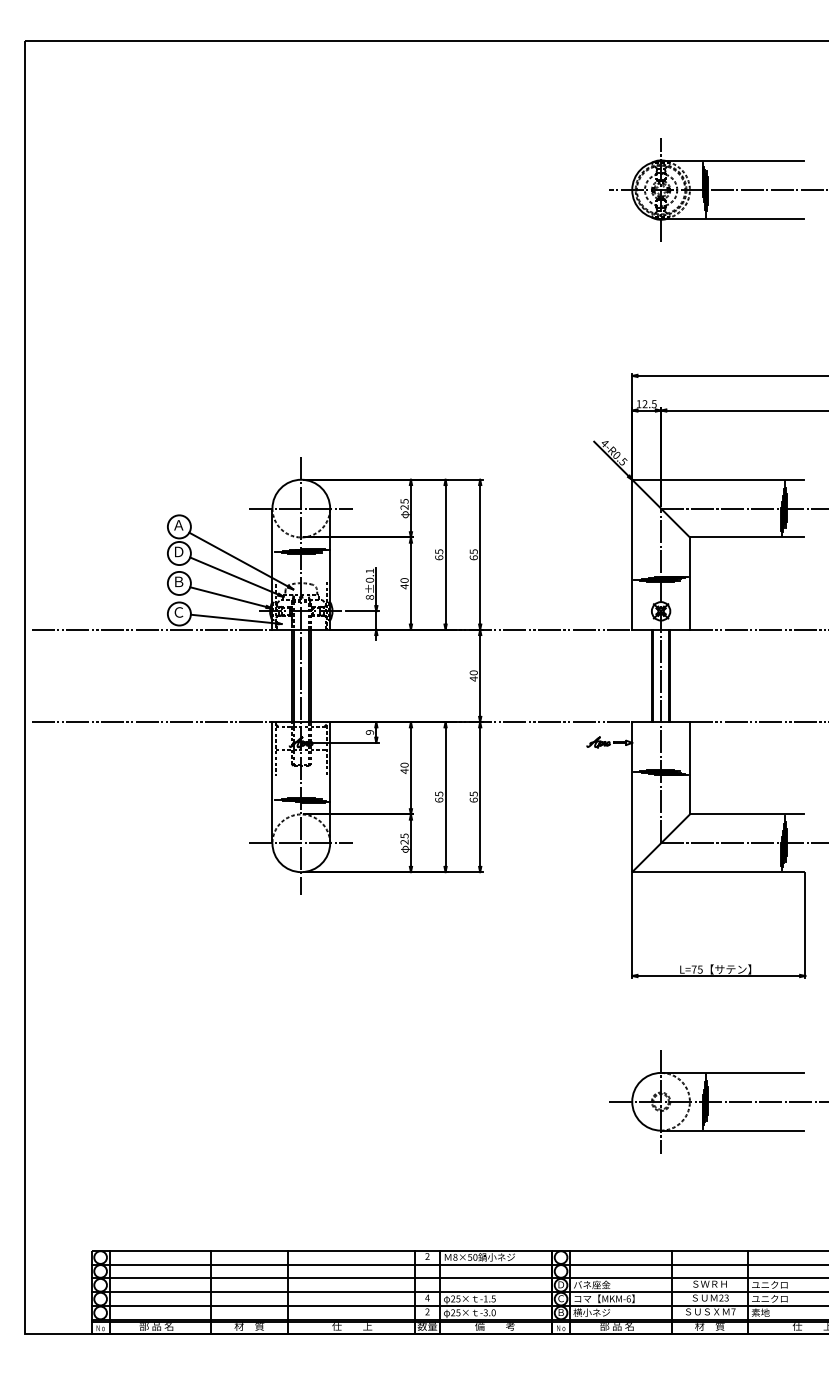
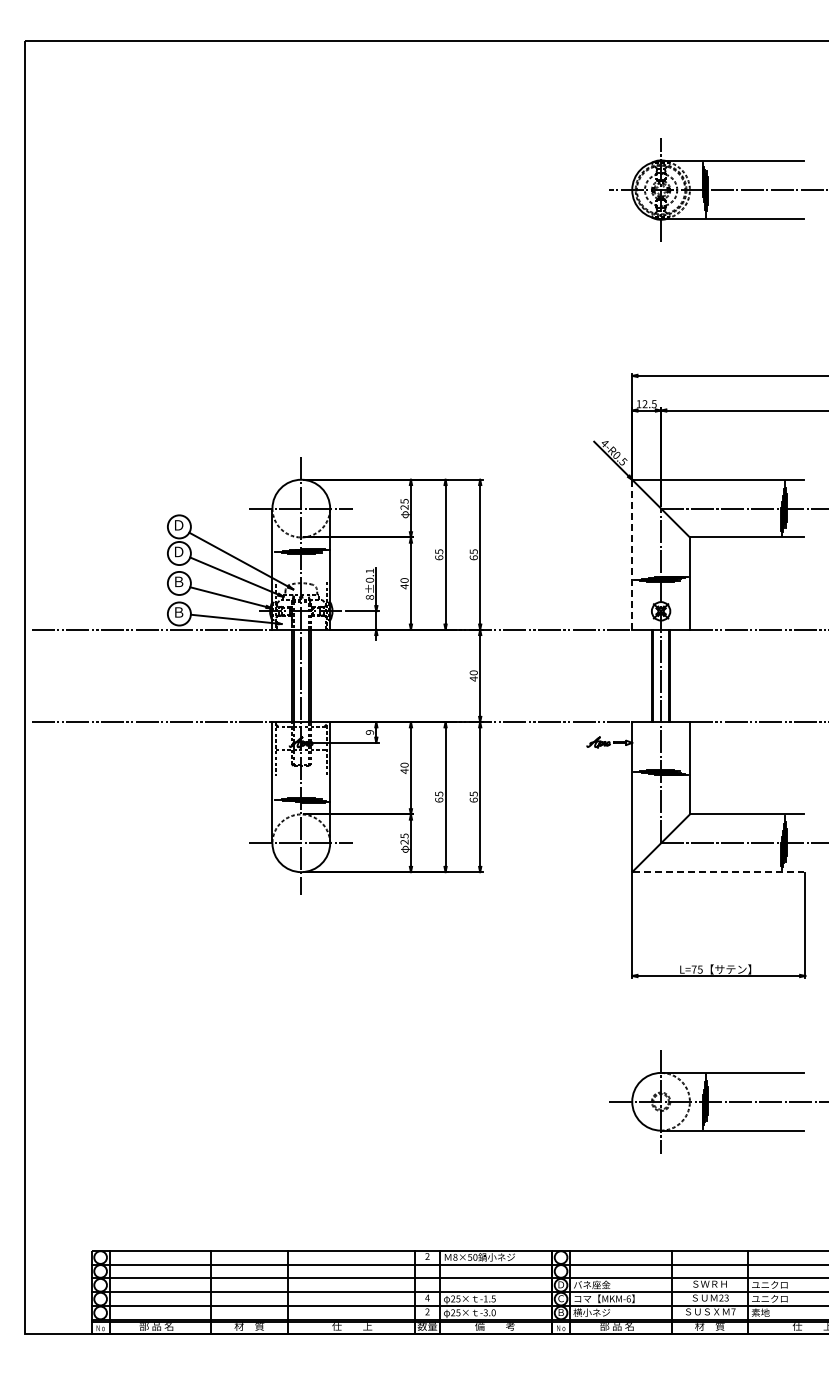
text at (178, 525): Ａ -> Ｄ
line at (632, 554): solid -> dashed
text at (178, 612): Ｃ -> Ｂ
line at (719, 872): solid -> dashed
